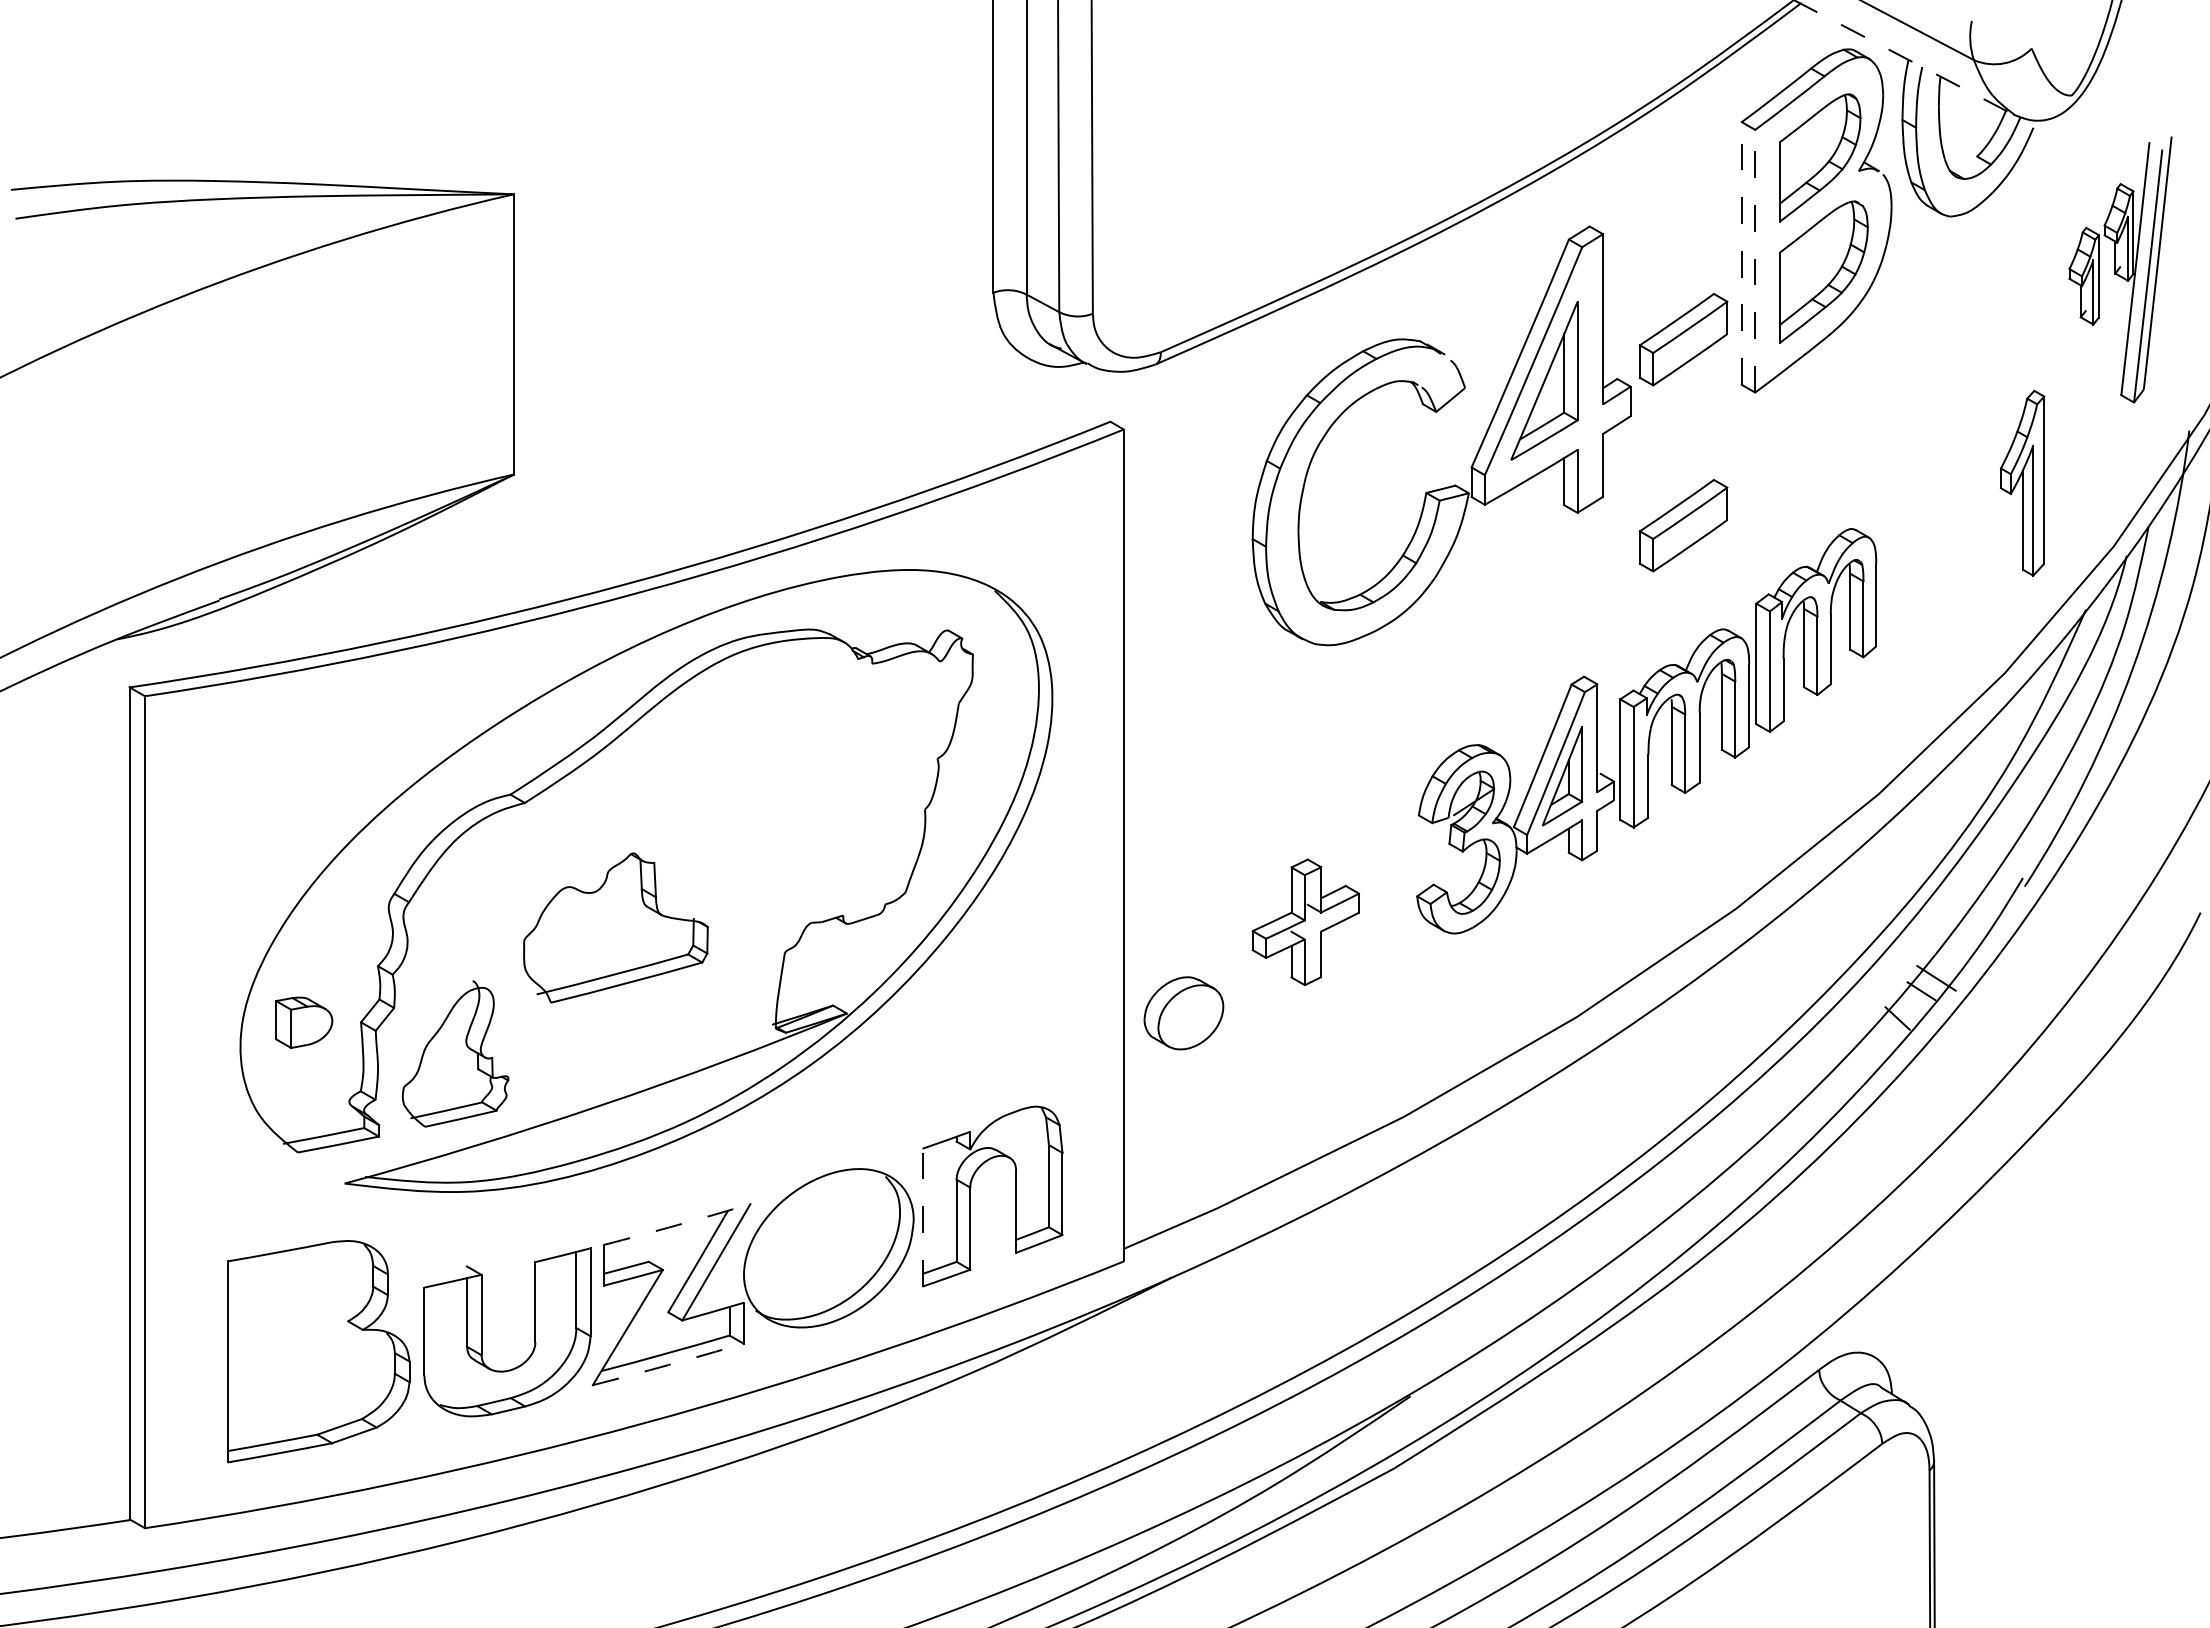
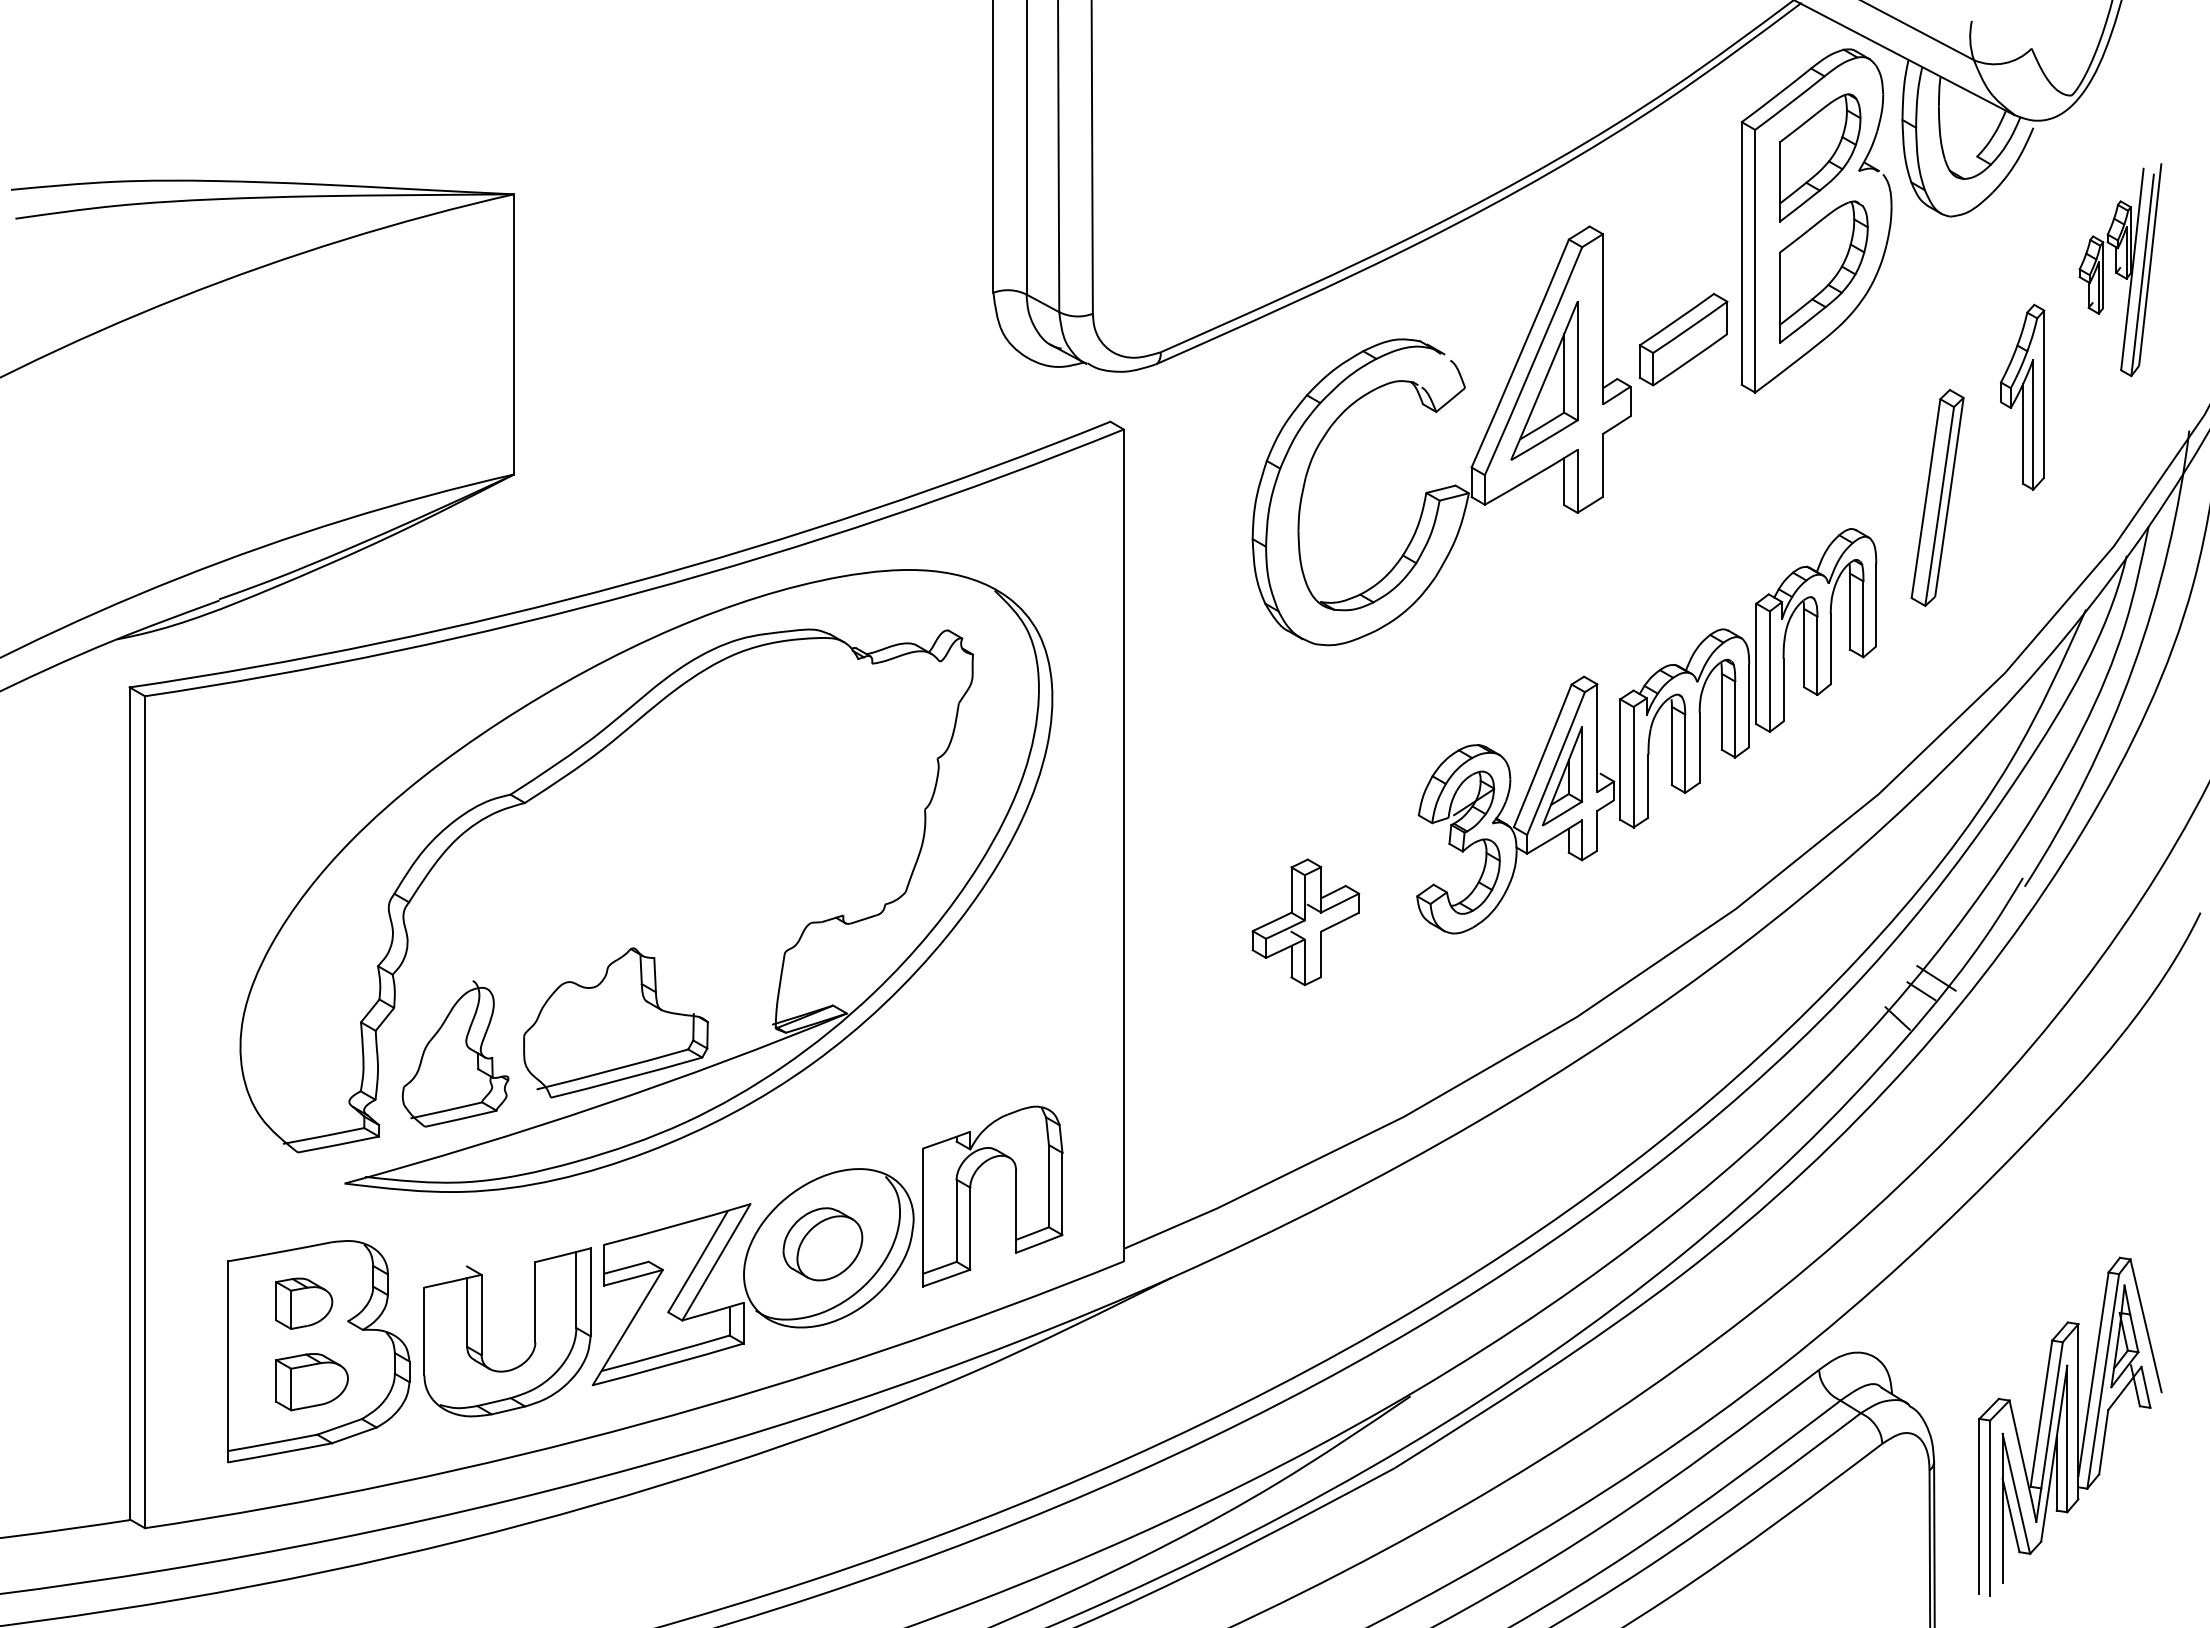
line at (1904, 57): dashed -> solid
line at (1741, 253): dashed -> solid
line at (1755, 260): dashed -> solid
part at (2120, 269) size: 105x268 px -> 85x215 px
part at (2022, 482) position: (2022, 482) -> (2022, 396)
part at (1937, 497): none -> present
part at (1683, 525): present -> none
part at (615, 927) position: (615, 927) -> (615, 1022)
part at (1183, 1013) position: (1183, 1013) -> (822, 1244)
part at (304, 1022) position: (304, 1022) -> (304, 1303)
line at (922, 1217): dashed -> solid
arc at (677, 1225): dashed -> solid
arc at (668, 1365): dashed -> solid
part at (311, 1382): none -> present
part at (2070, 1426): none -> present
